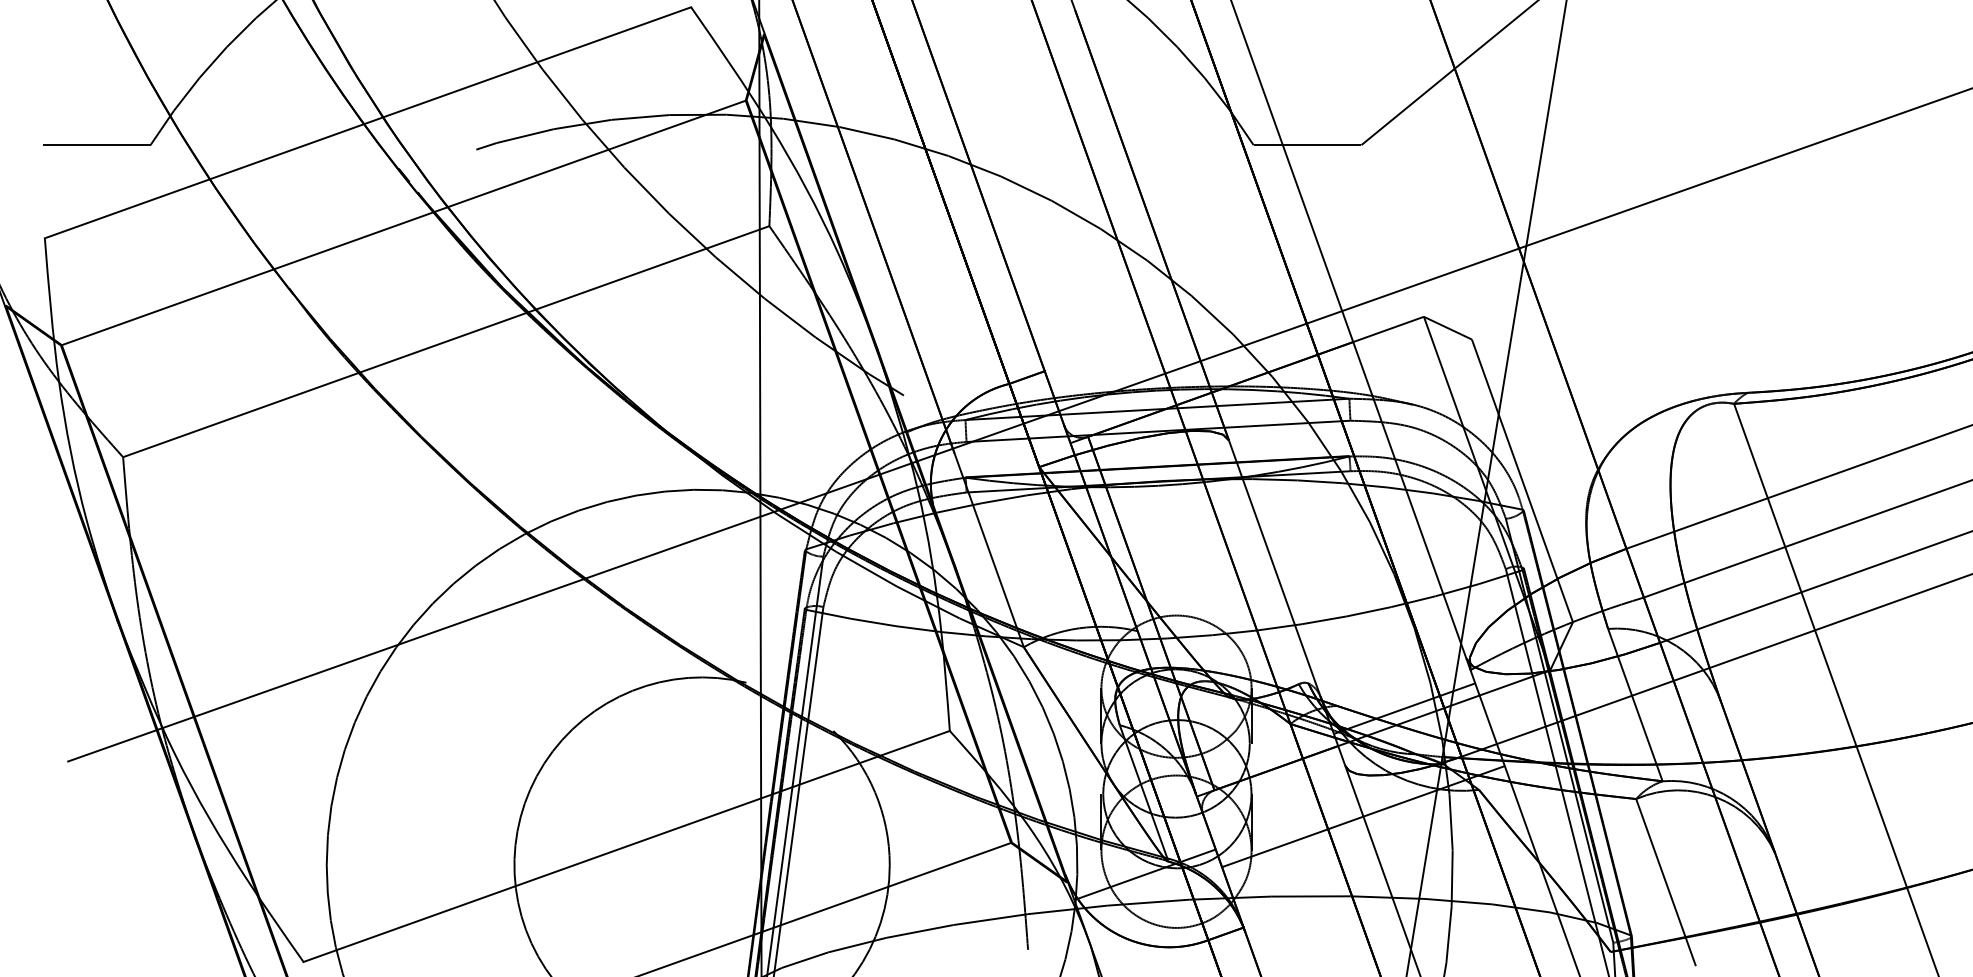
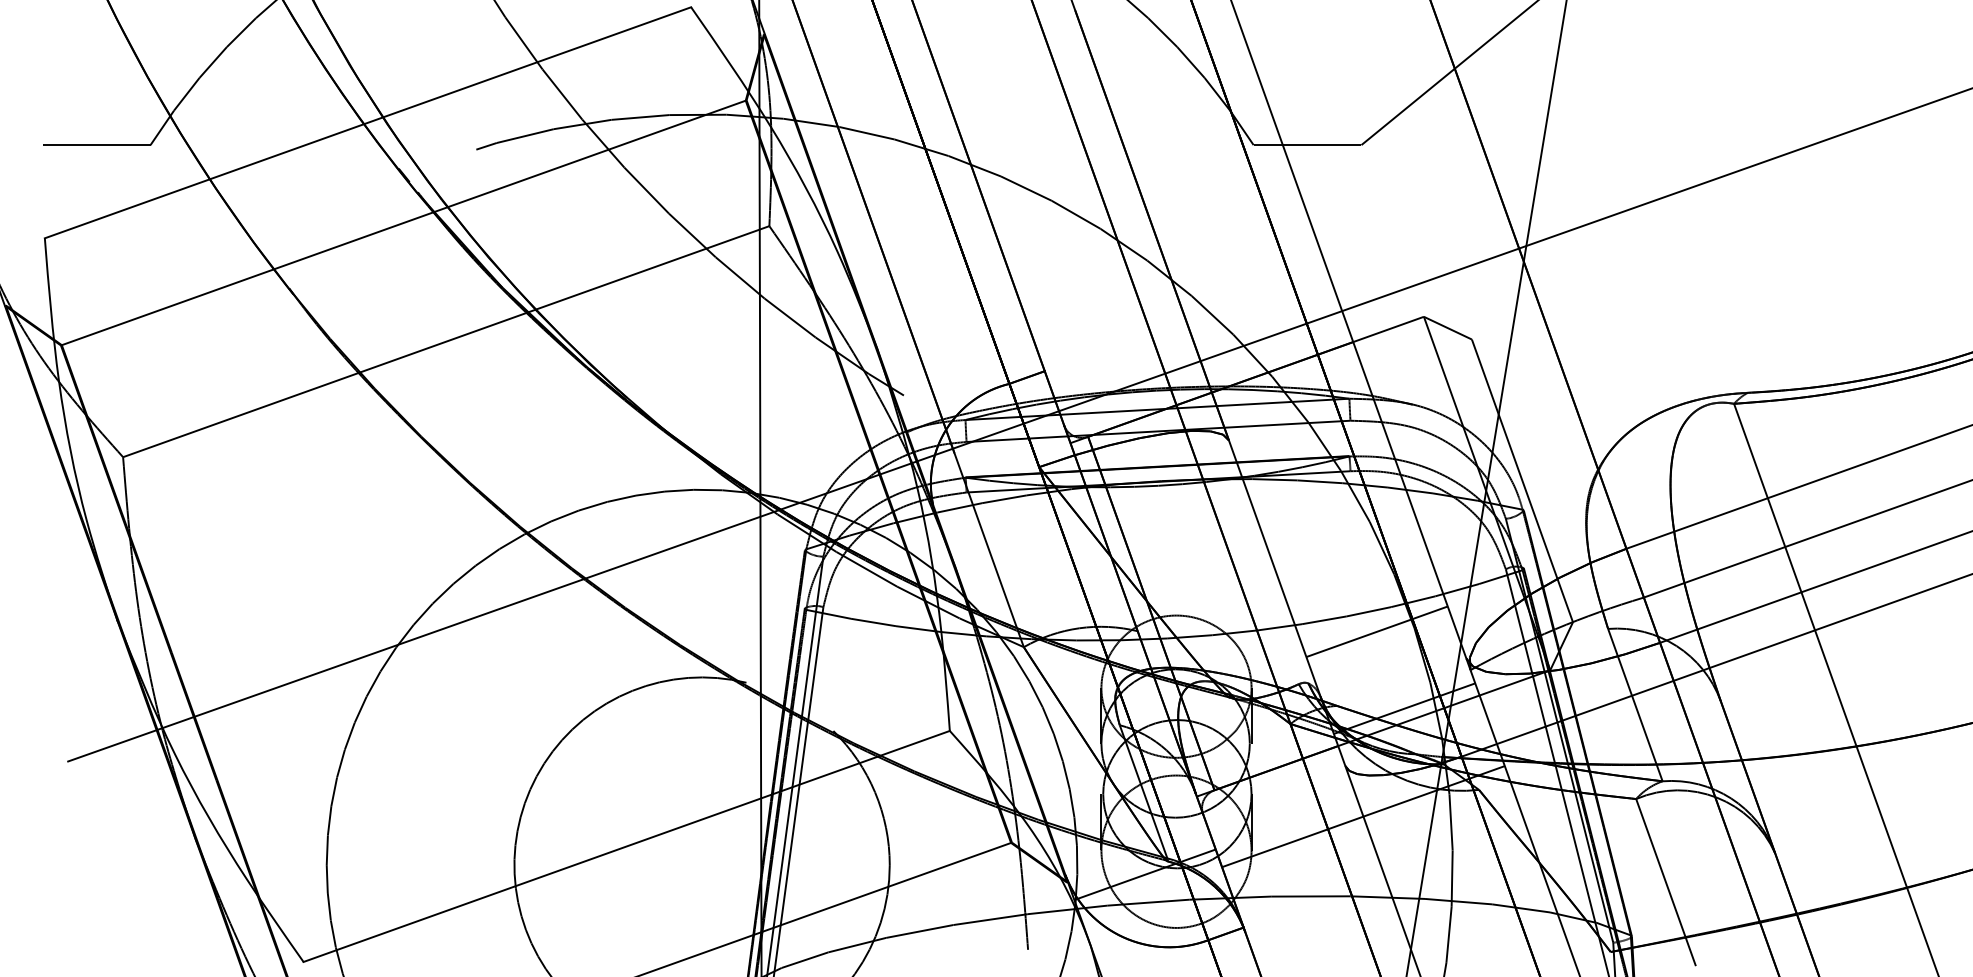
line at (1376, 631): none -> present
